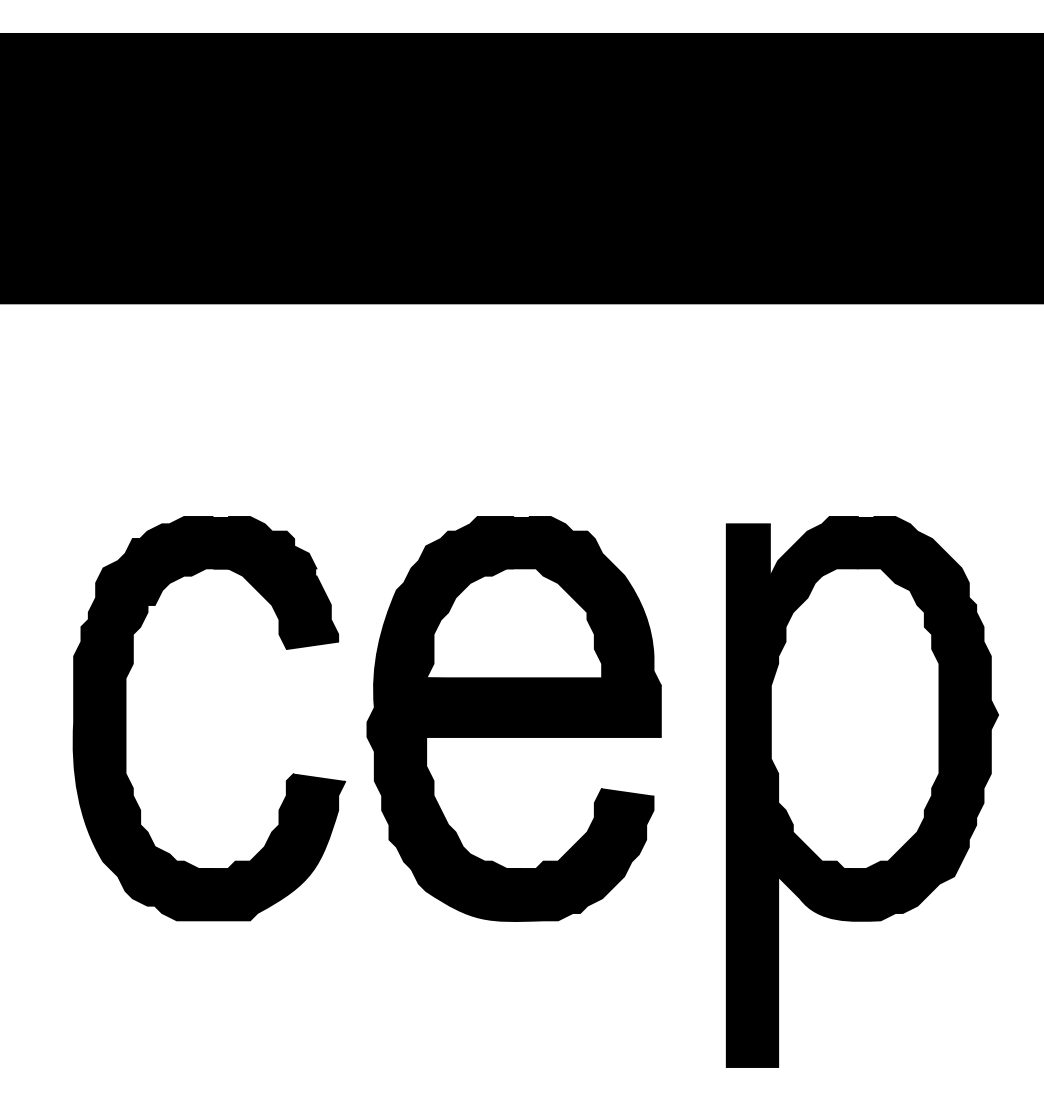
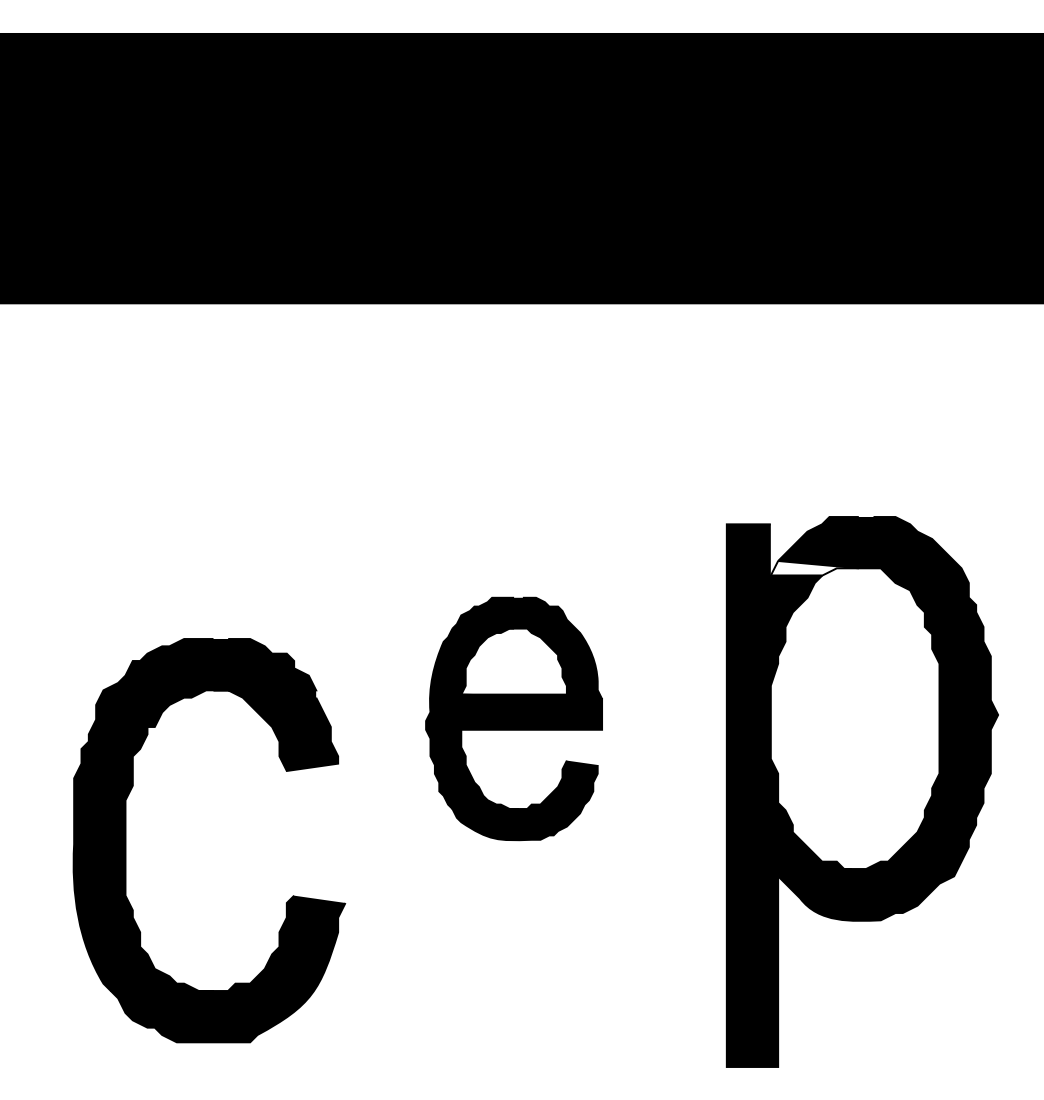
fill at (814, 567): present -> none
part at (126, 718) position: (126, 718) -> (126, 840)
part at (513, 718) size: 296x406 px -> 178x246 px
